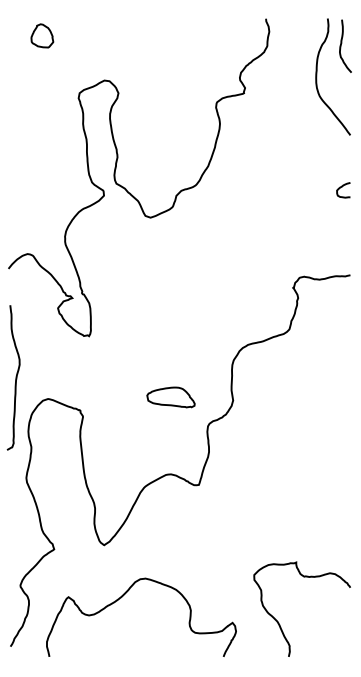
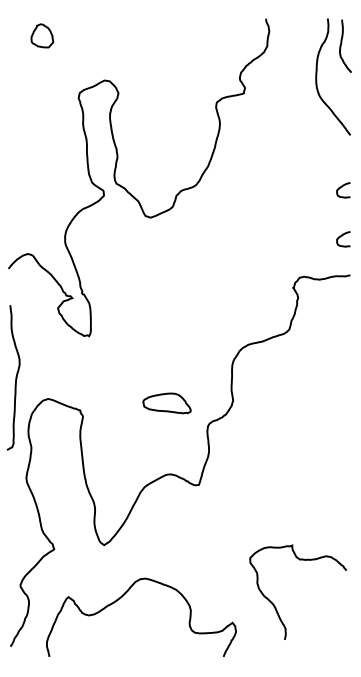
curve at (342, 236): none -> present
part at (170, 397) position: (170, 397) -> (166, 403)
curve at (280, 624) position: (280, 624) -> (276, 607)
